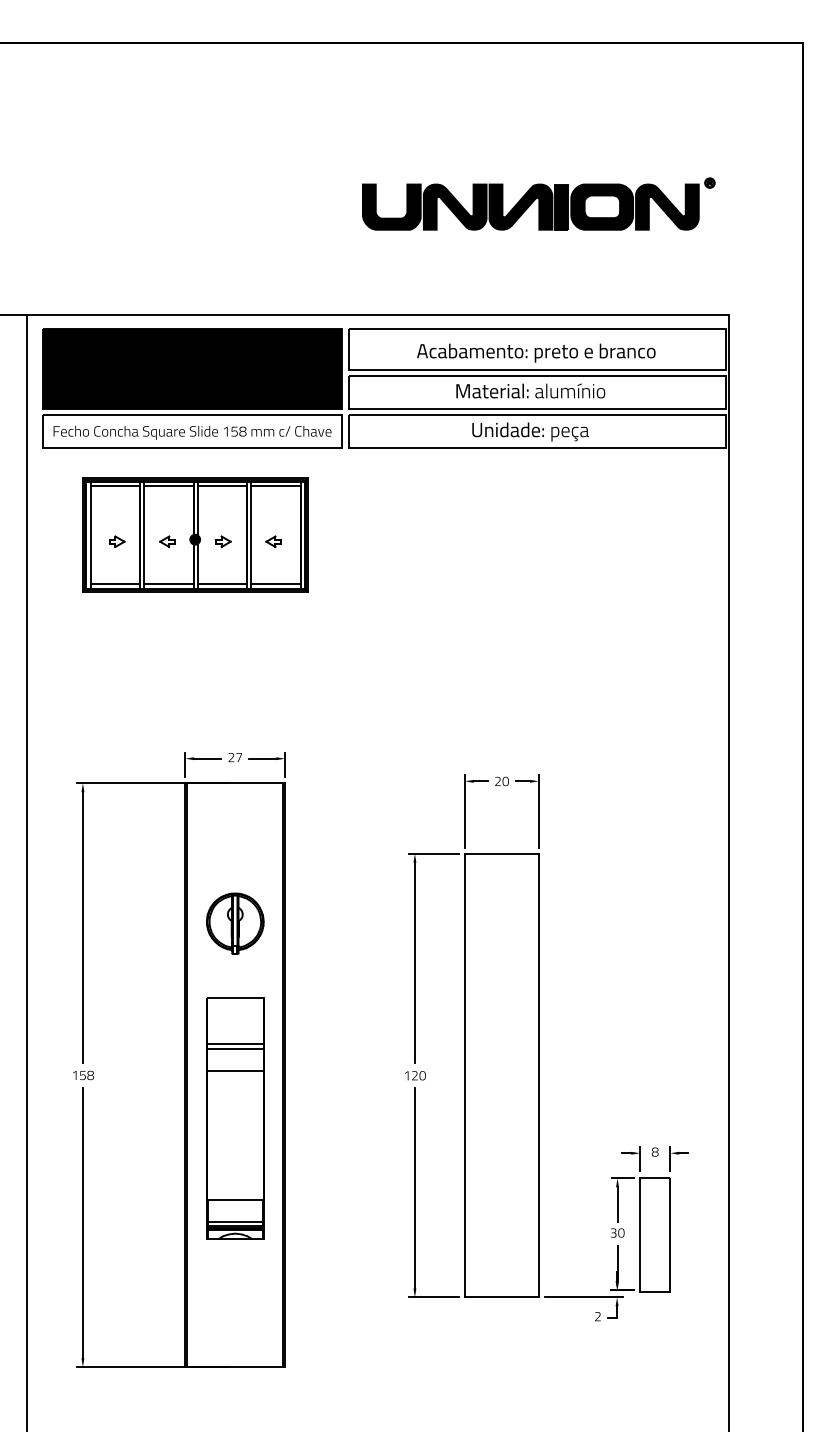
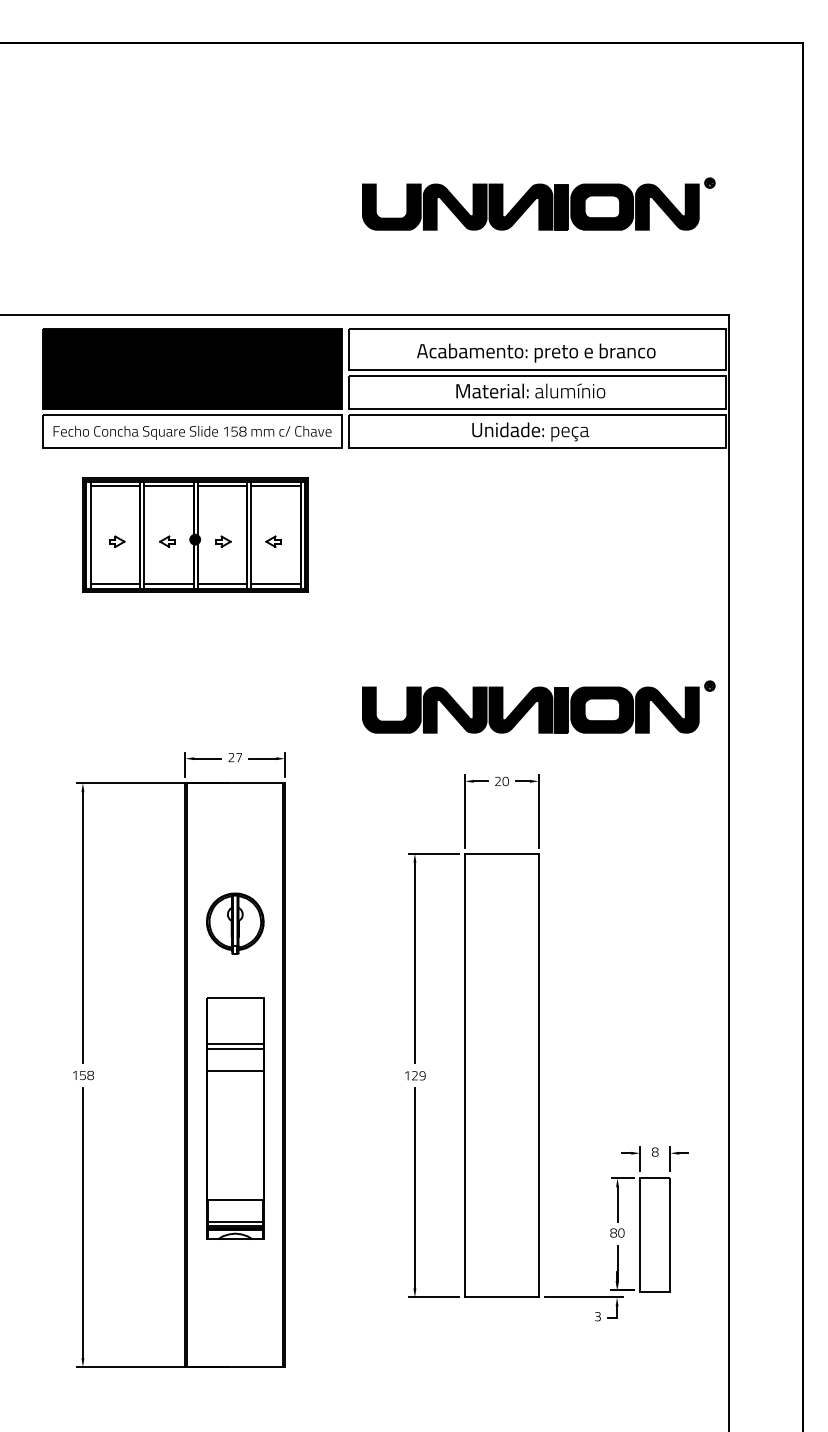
part at (538, 706): none -> present
line at (26, 871): present -> none
text at (422, 1075): 120 -> 129
text at (613, 1232): 30 -> 80
text at (597, 1317): 2 -> 3
